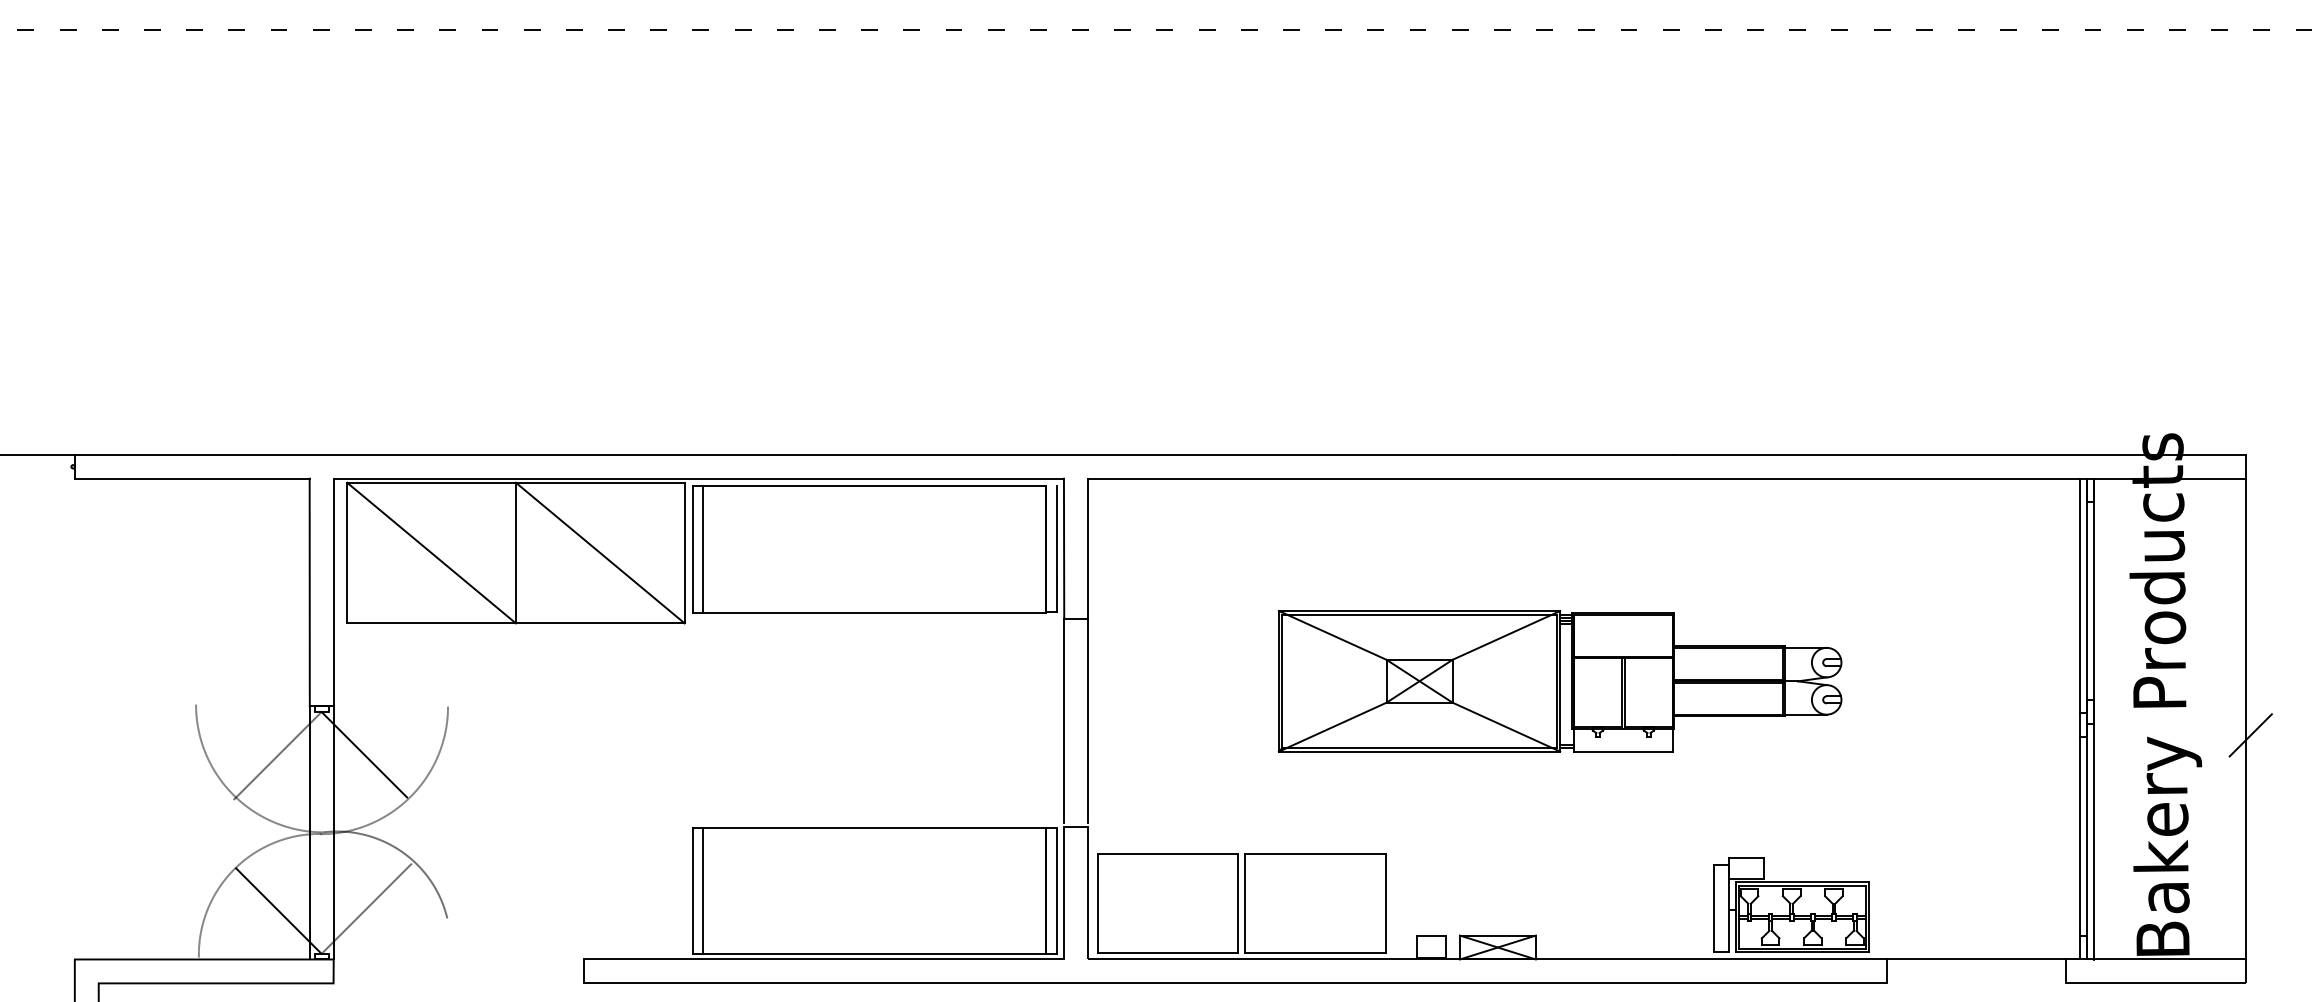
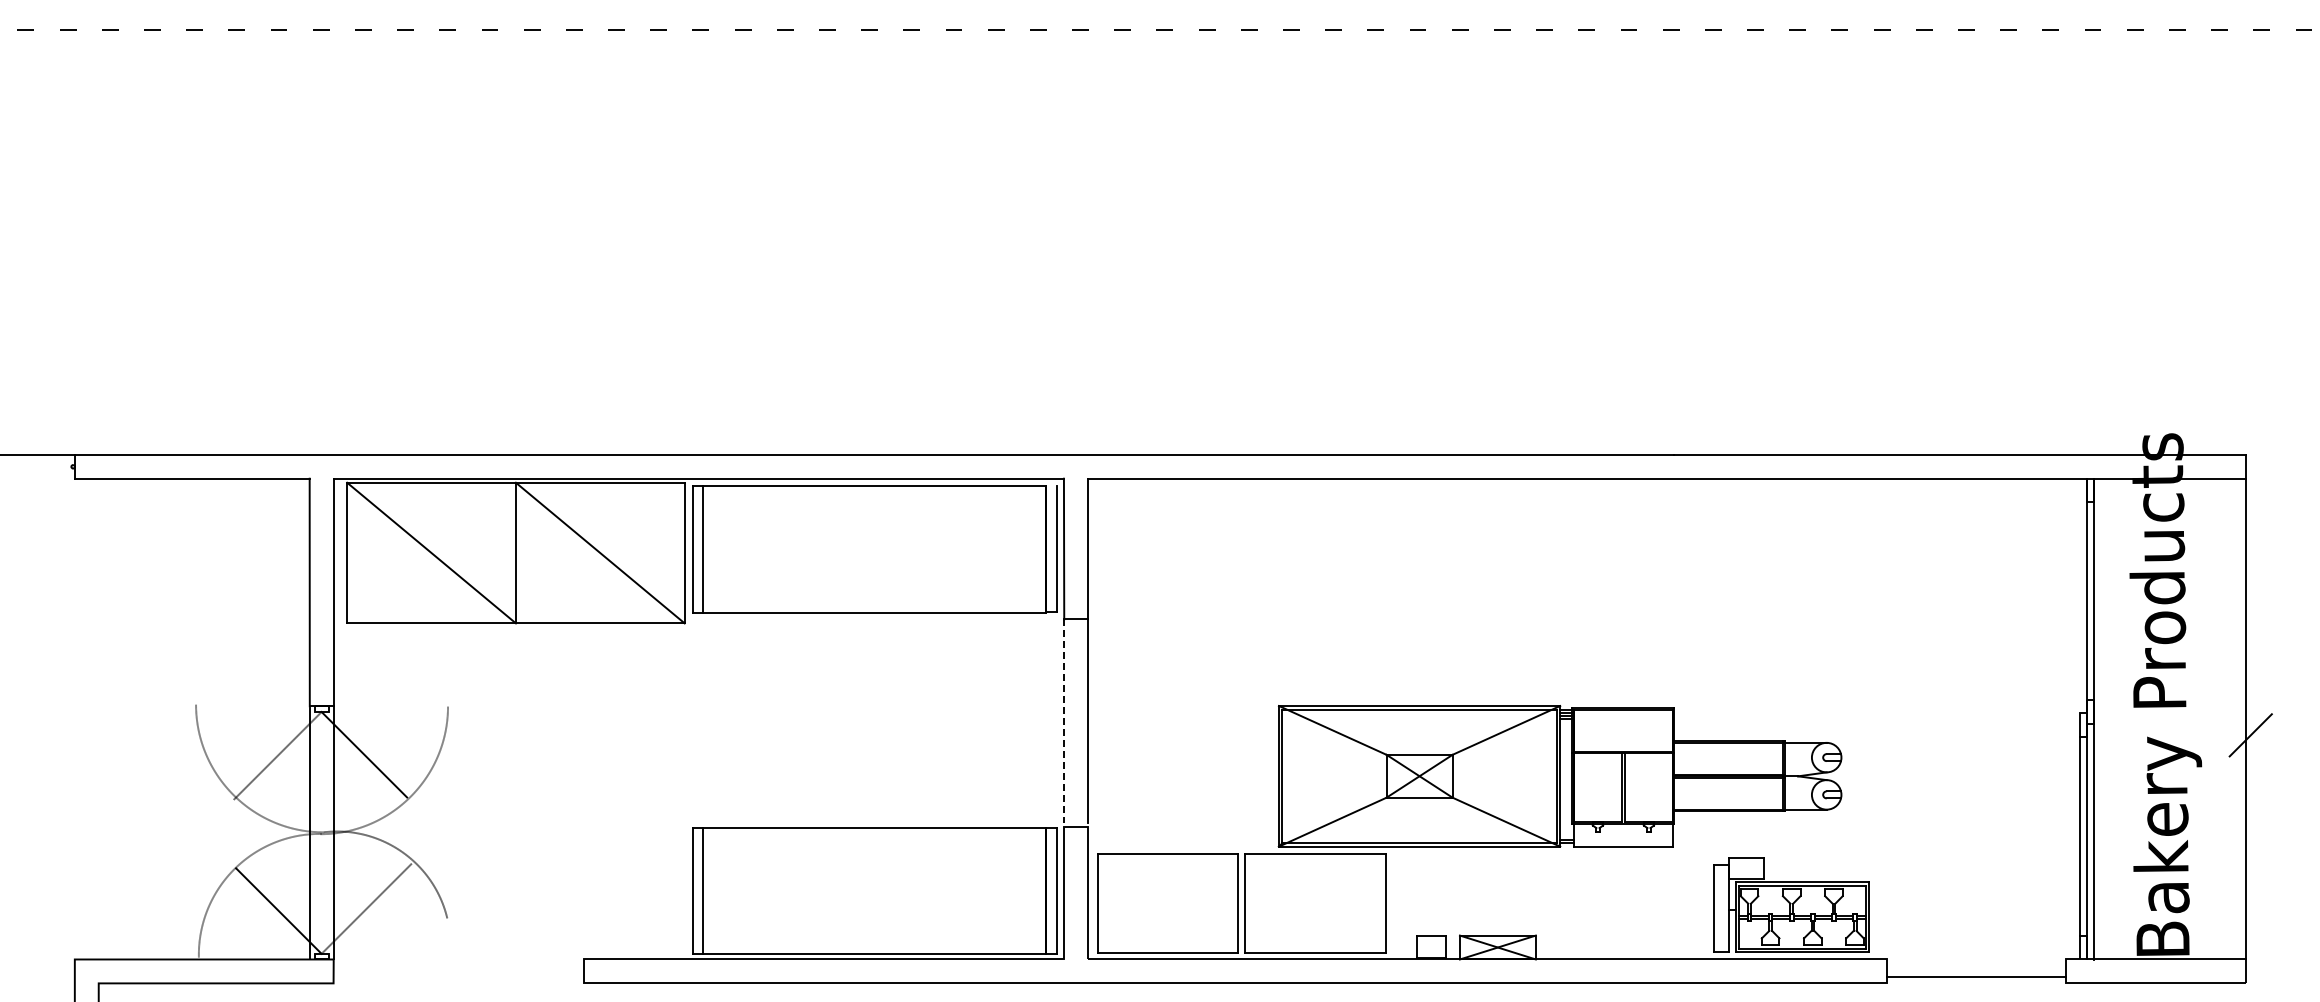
line at (2079, 595): present -> none
part at (1559, 681) position: (1559, 681) -> (1559, 776)
line at (1064, 720): solid -> dashed
line at (1976, 959) position: (1976, 959) -> (1976, 977)
